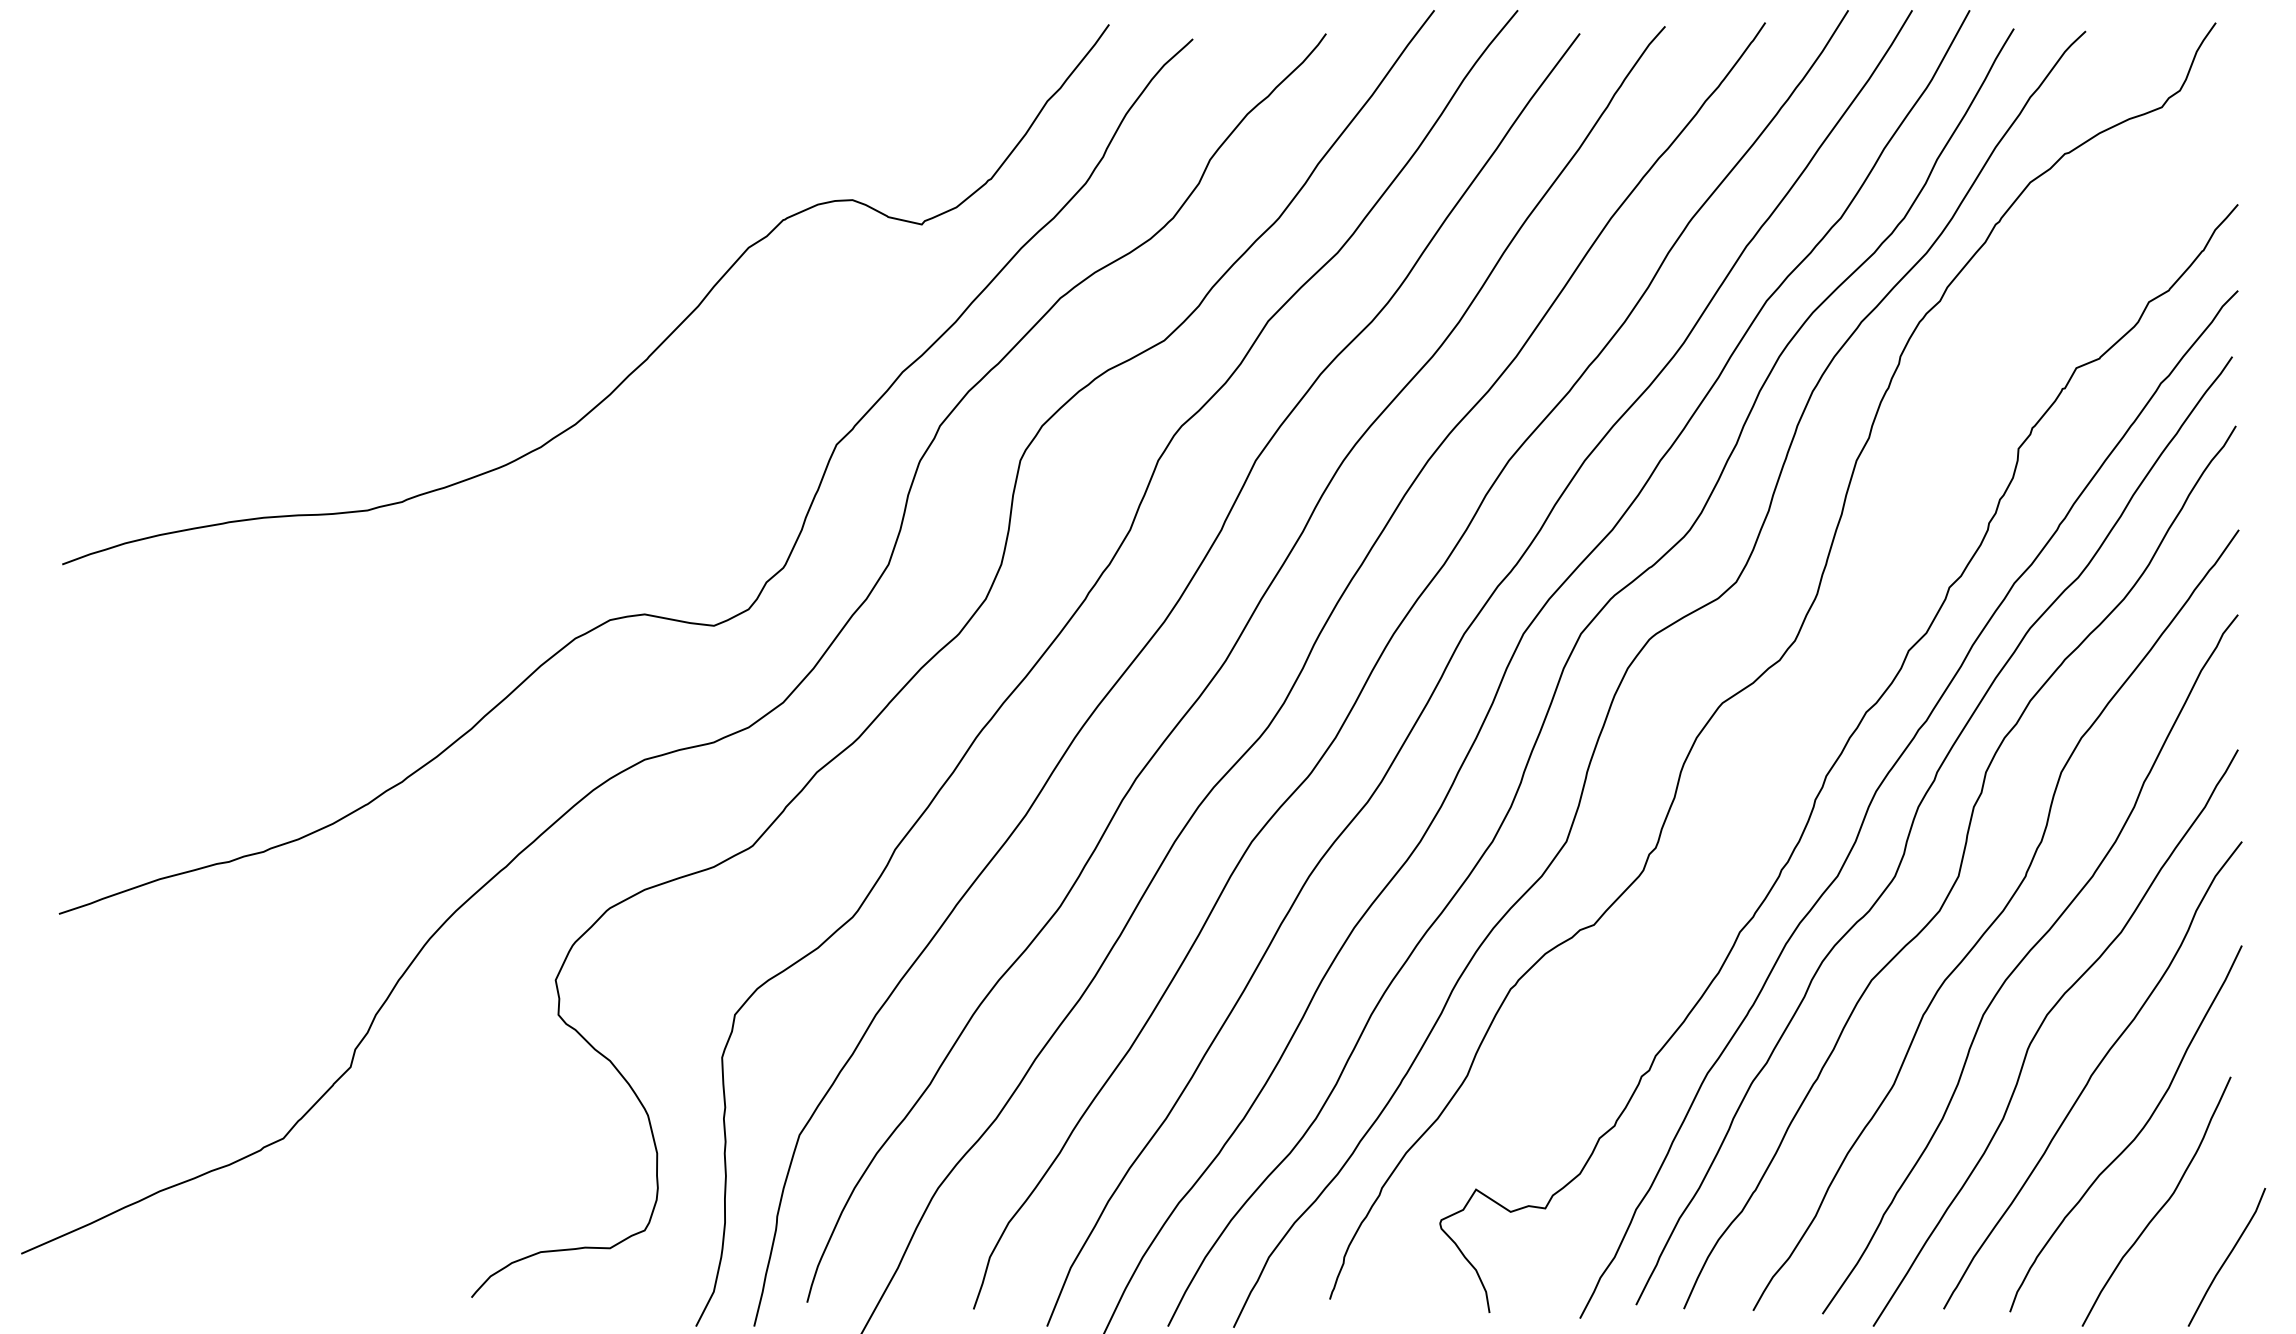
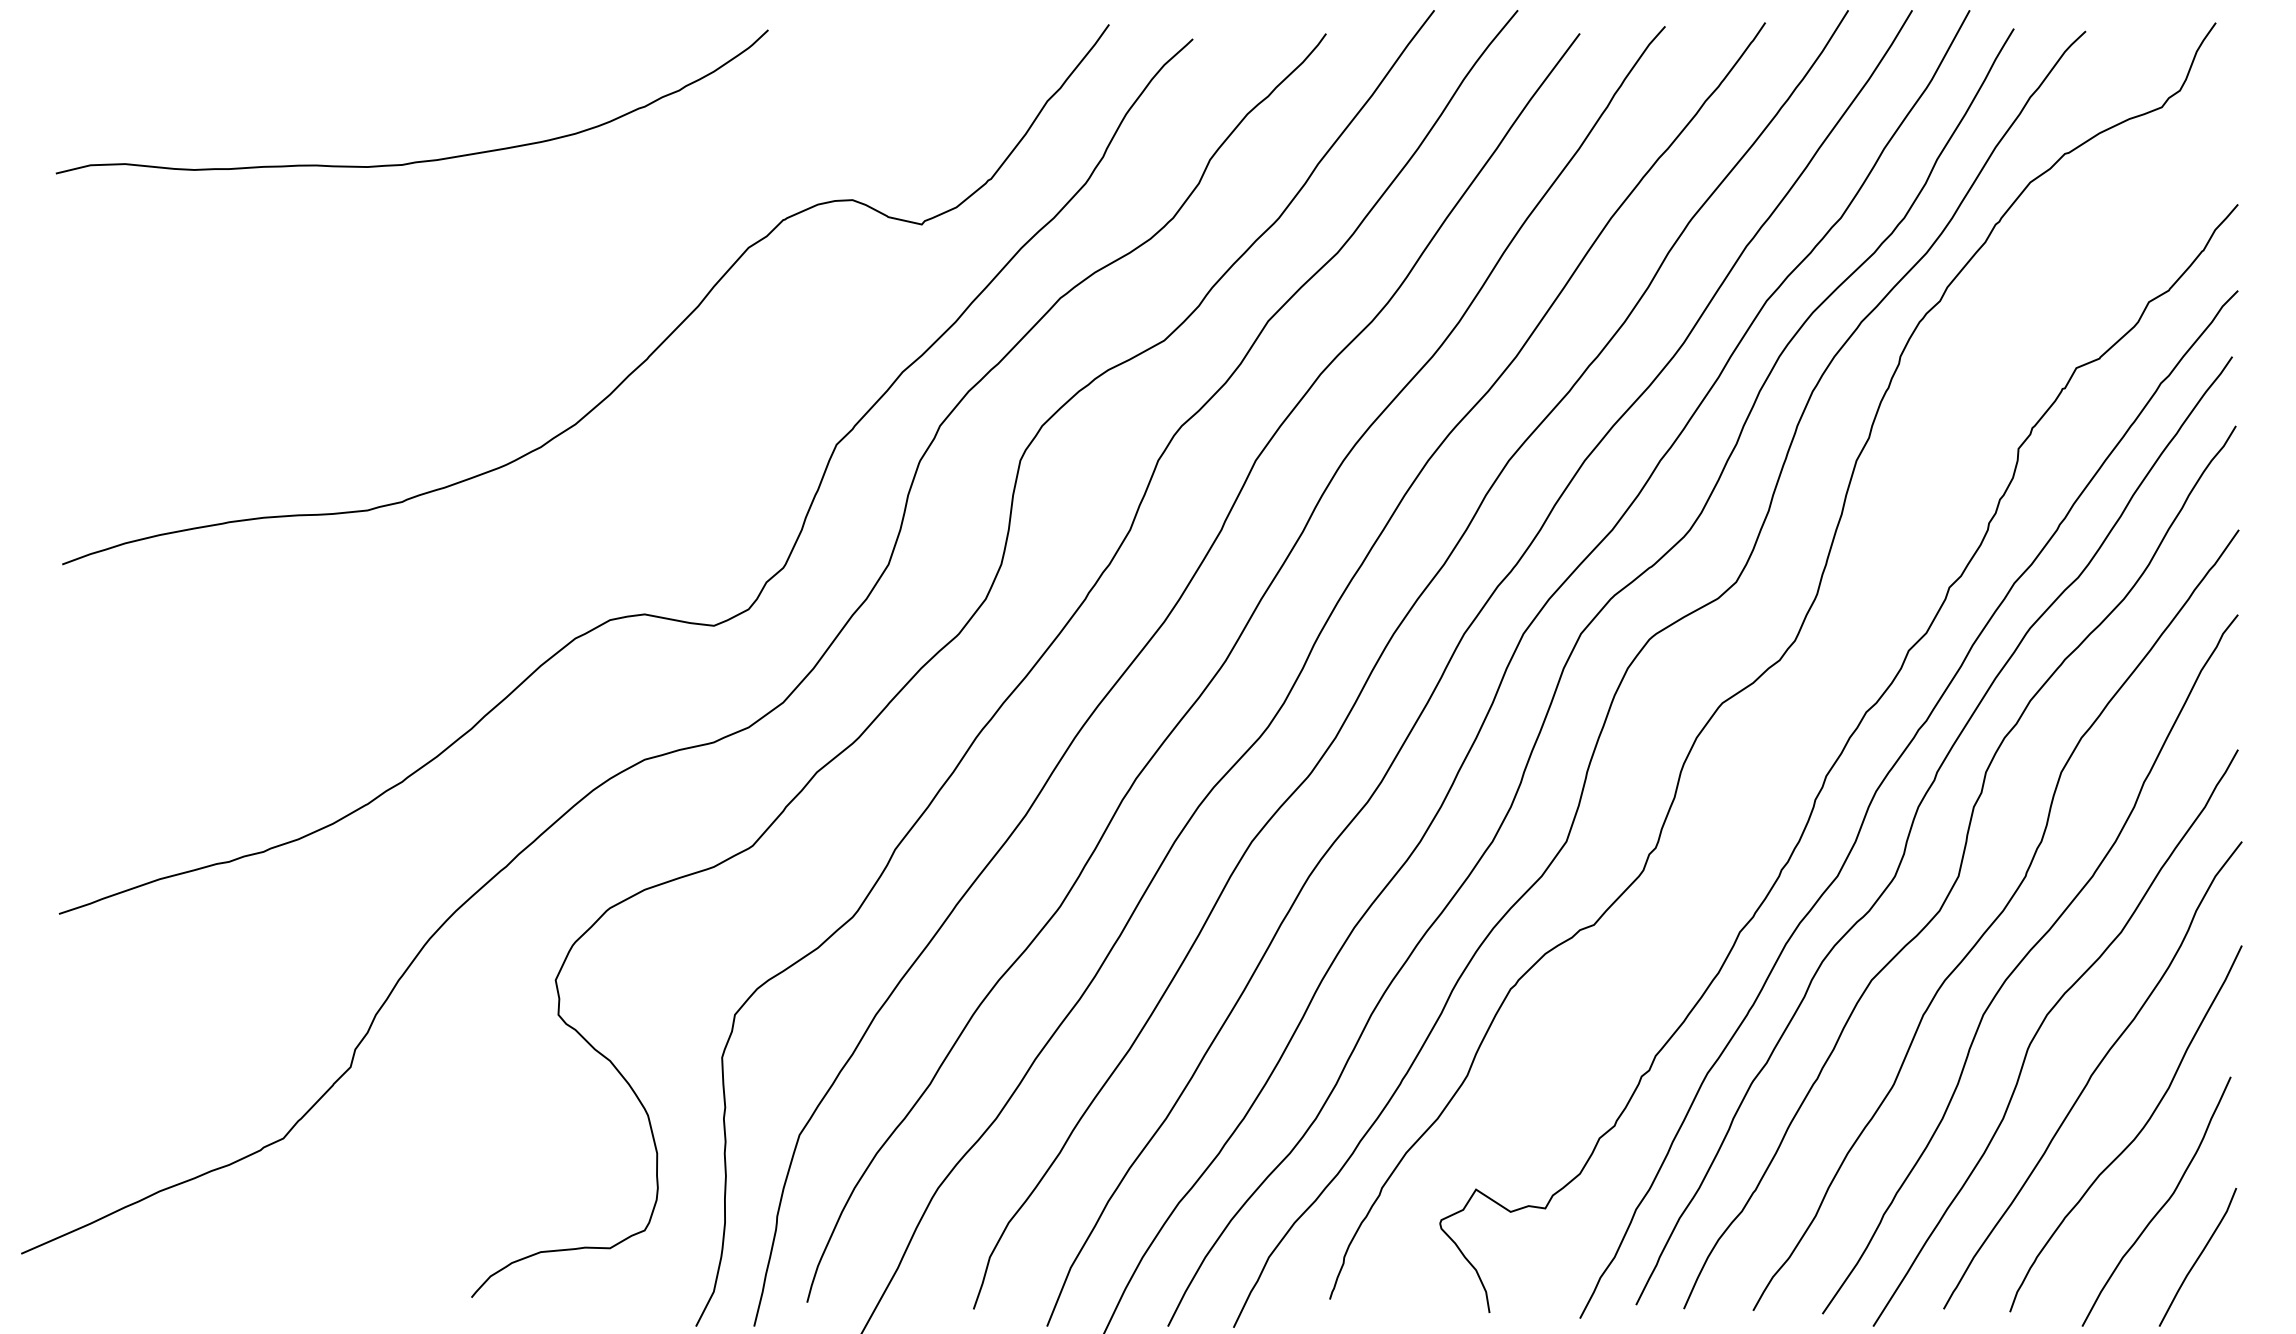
curve at (421, 160): none -> present
curve at (2227, 1256) position: (2227, 1256) -> (2198, 1256)
